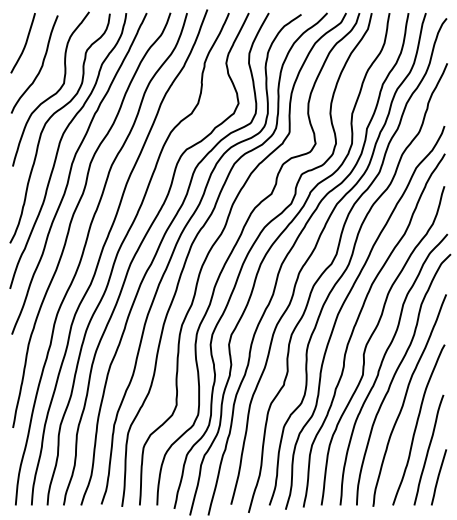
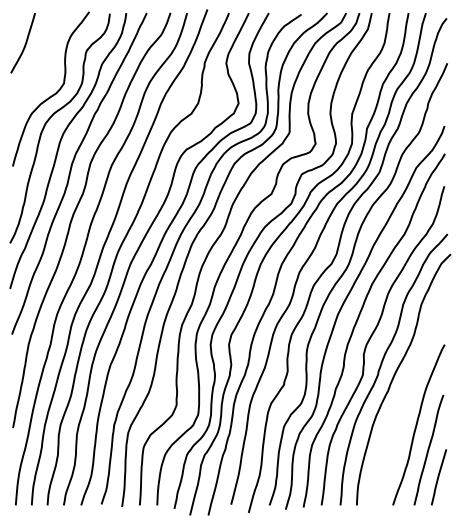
curve at (40, 67): present -> none
curve at (405, 400): present -> none
